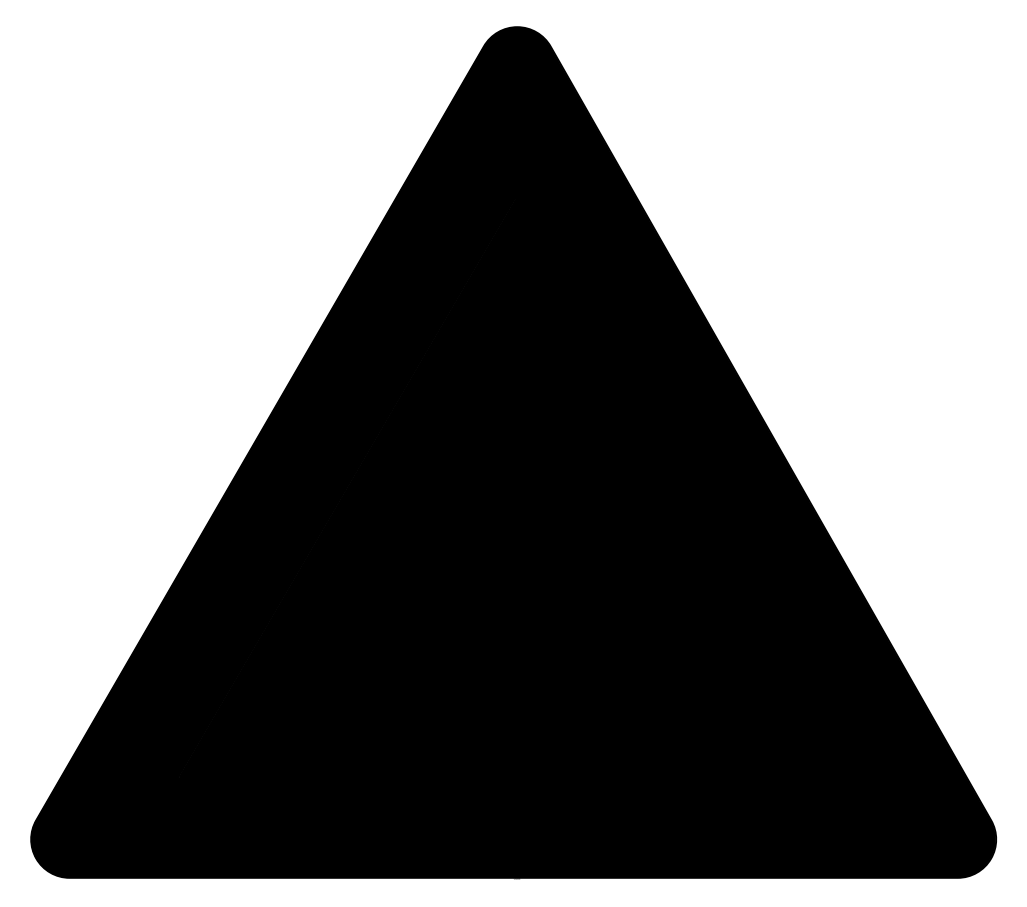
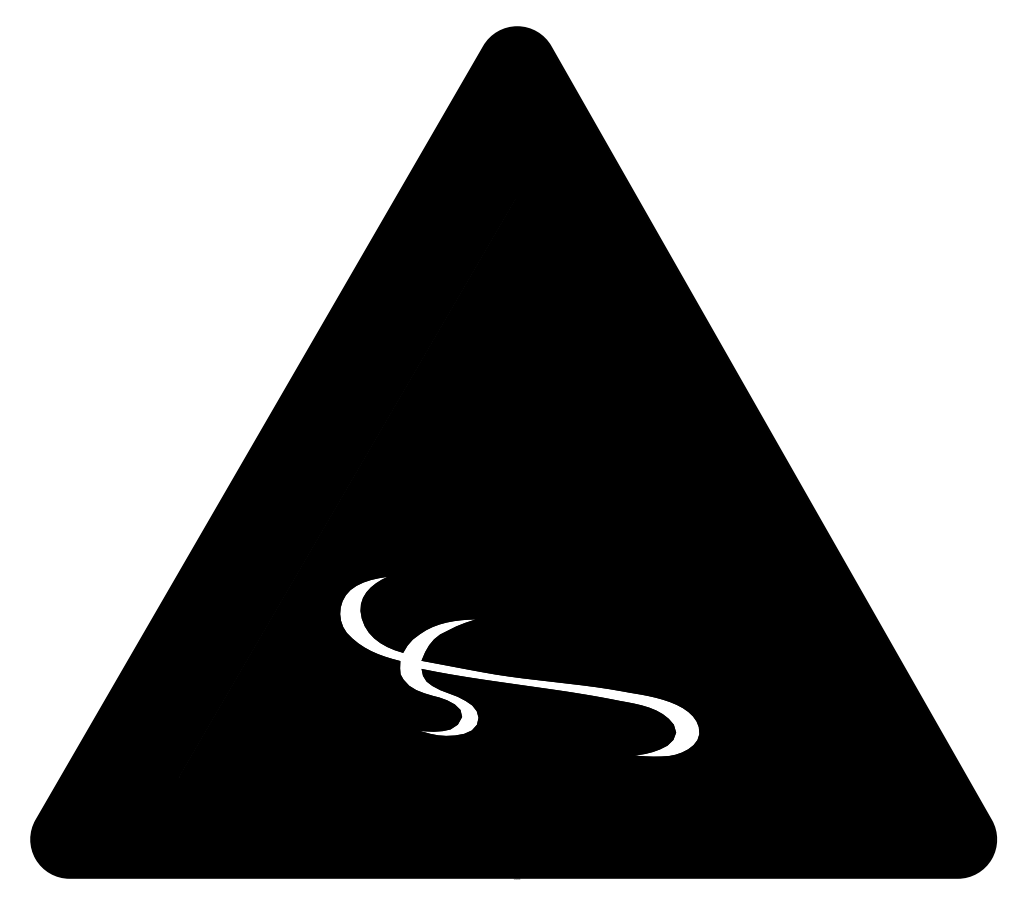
fill at (519, 666): present -> none
